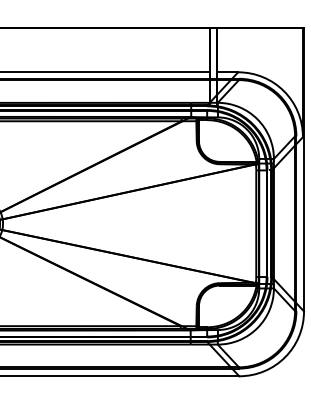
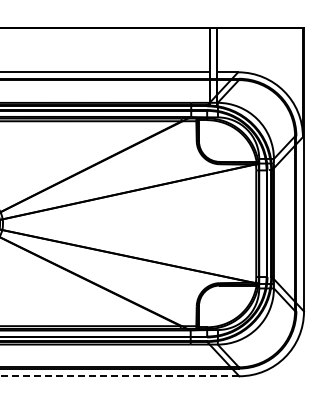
line at (119, 376): solid -> dashed
